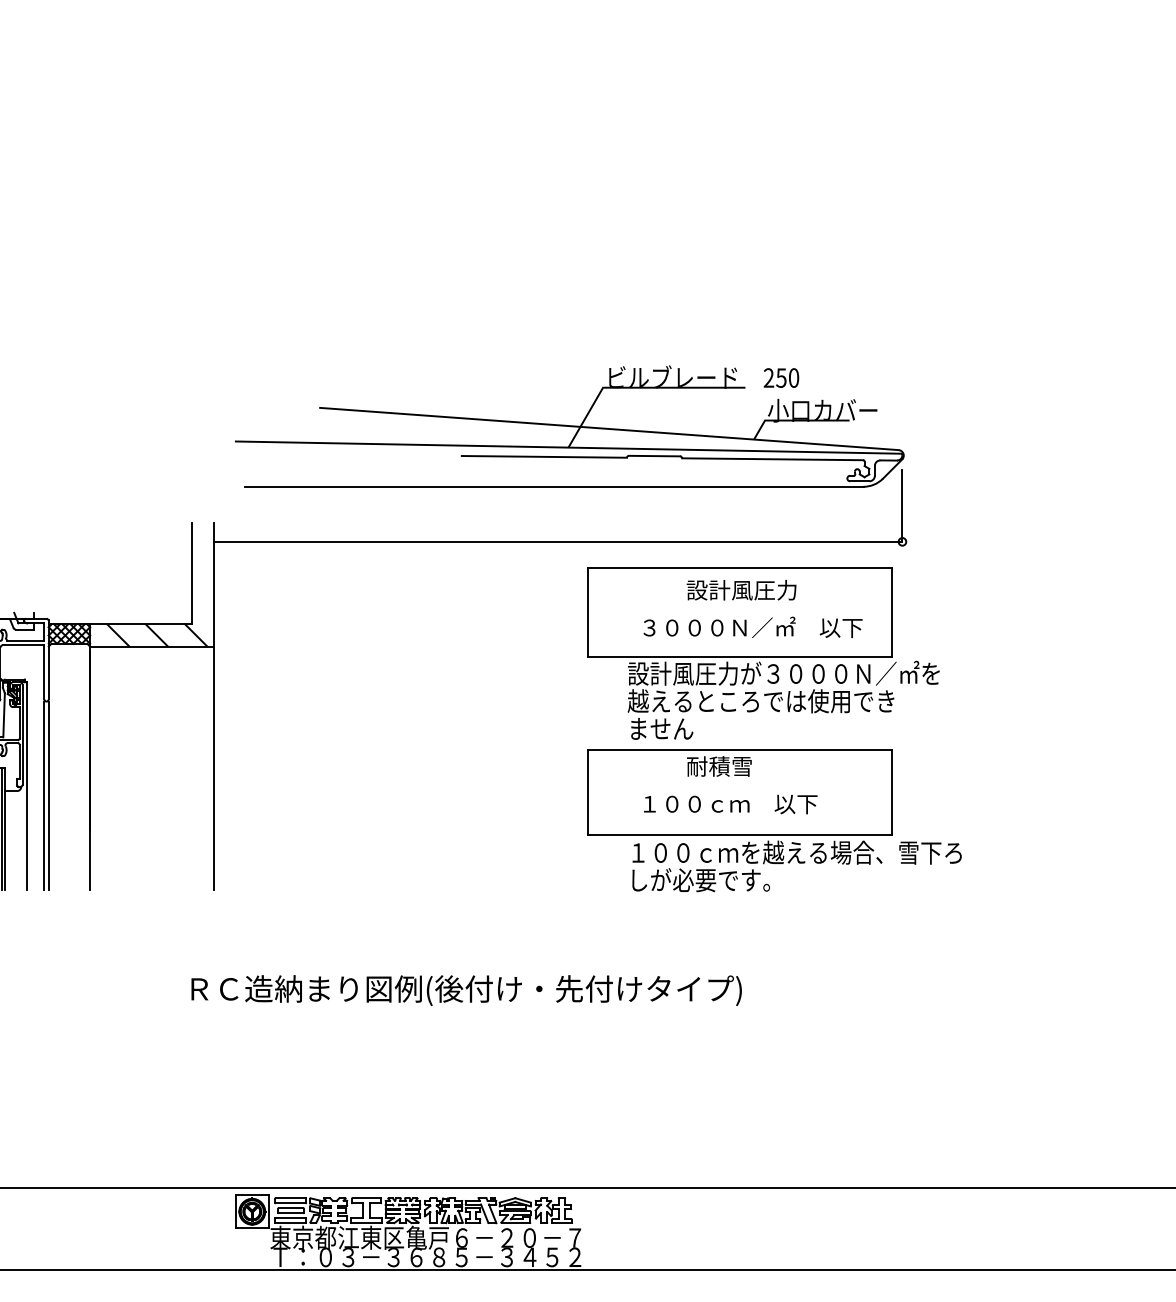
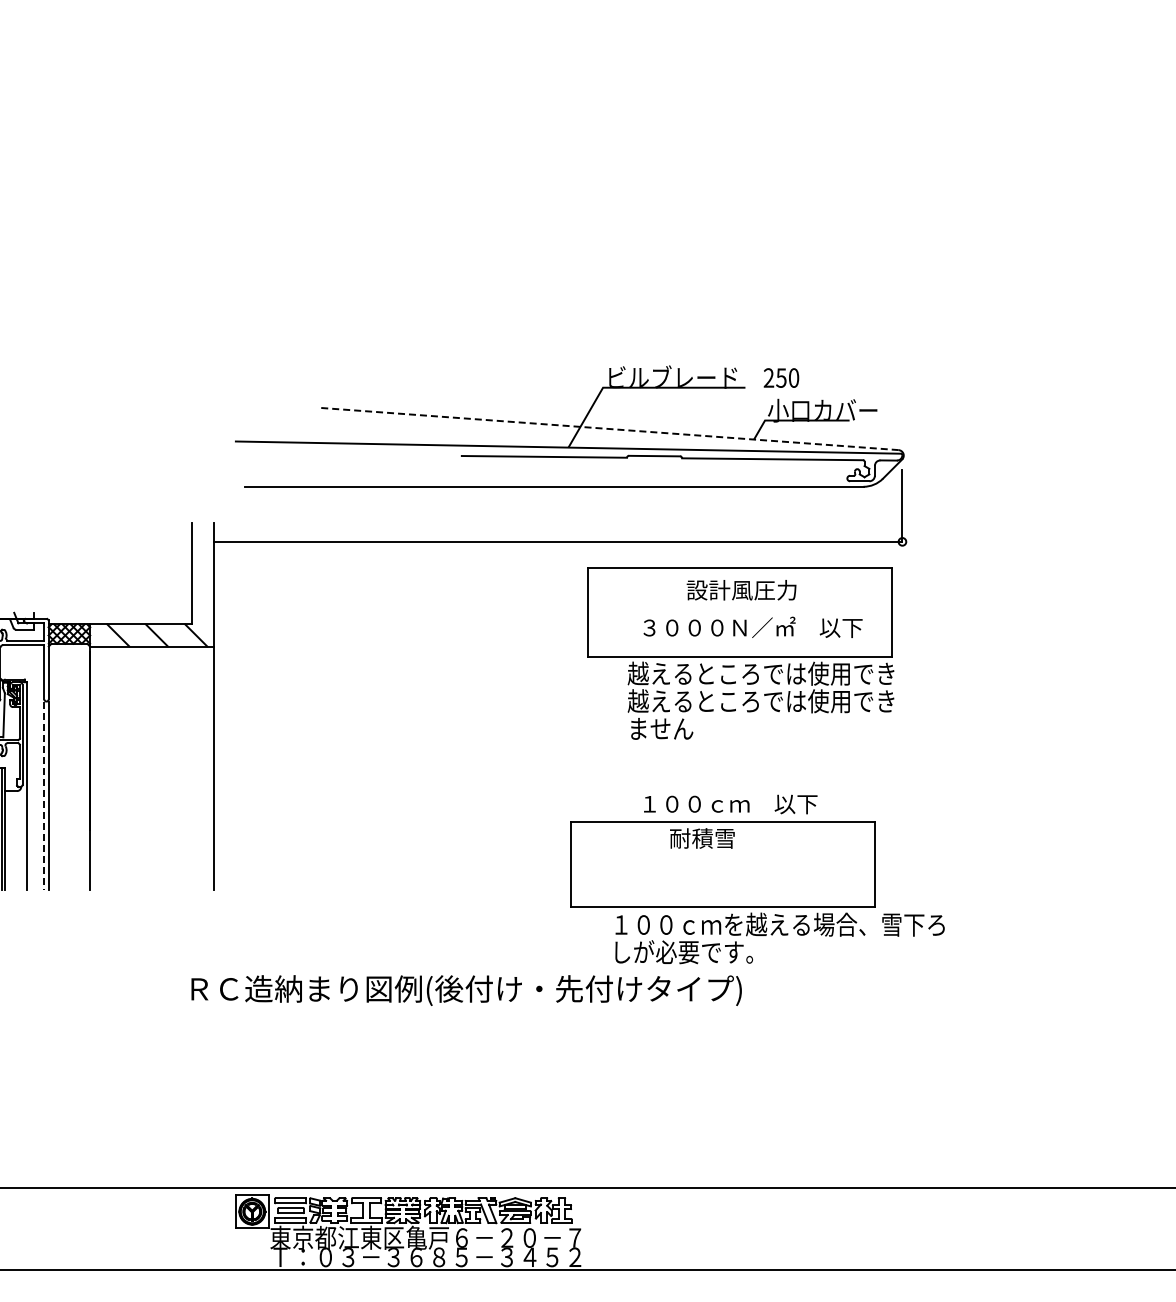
line at (608, 428): solid -> dashed
text at (783, 672): 設計風圧力が３０００Ｎ／㎡を -> 越えるところでは使用でき
line at (44, 796): solid -> dashed
part at (774, 820) position: (774, 820) -> (757, 892)
